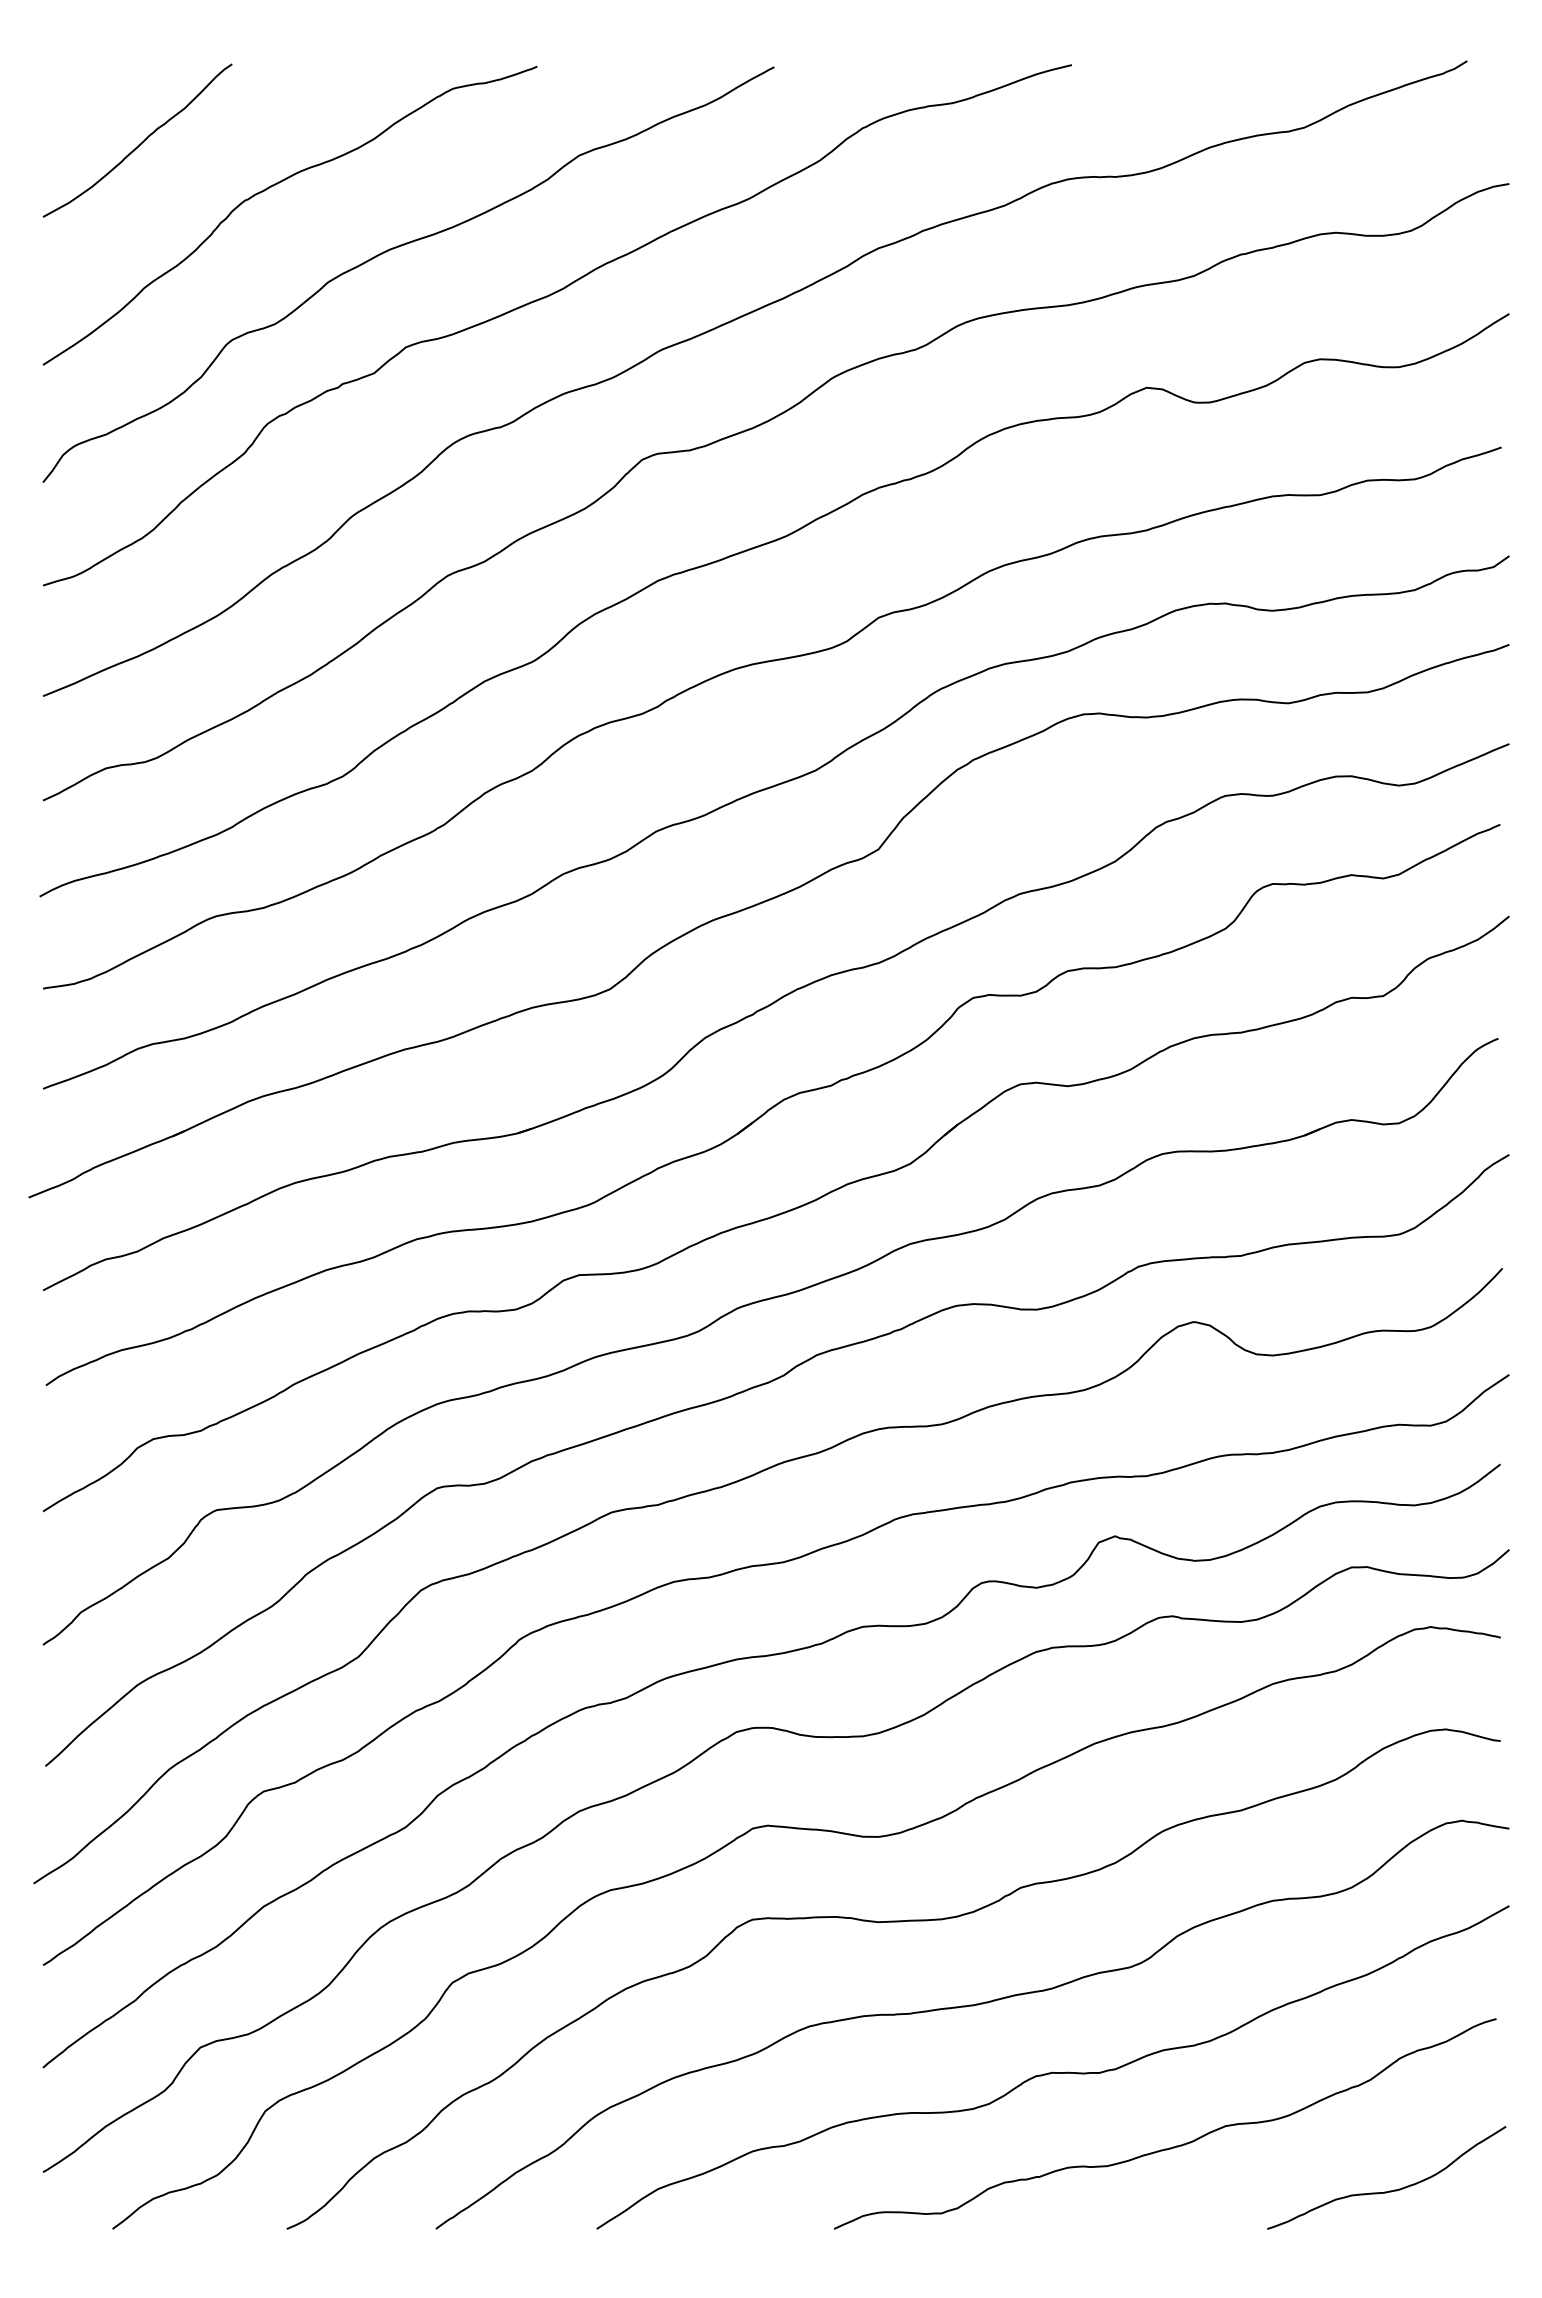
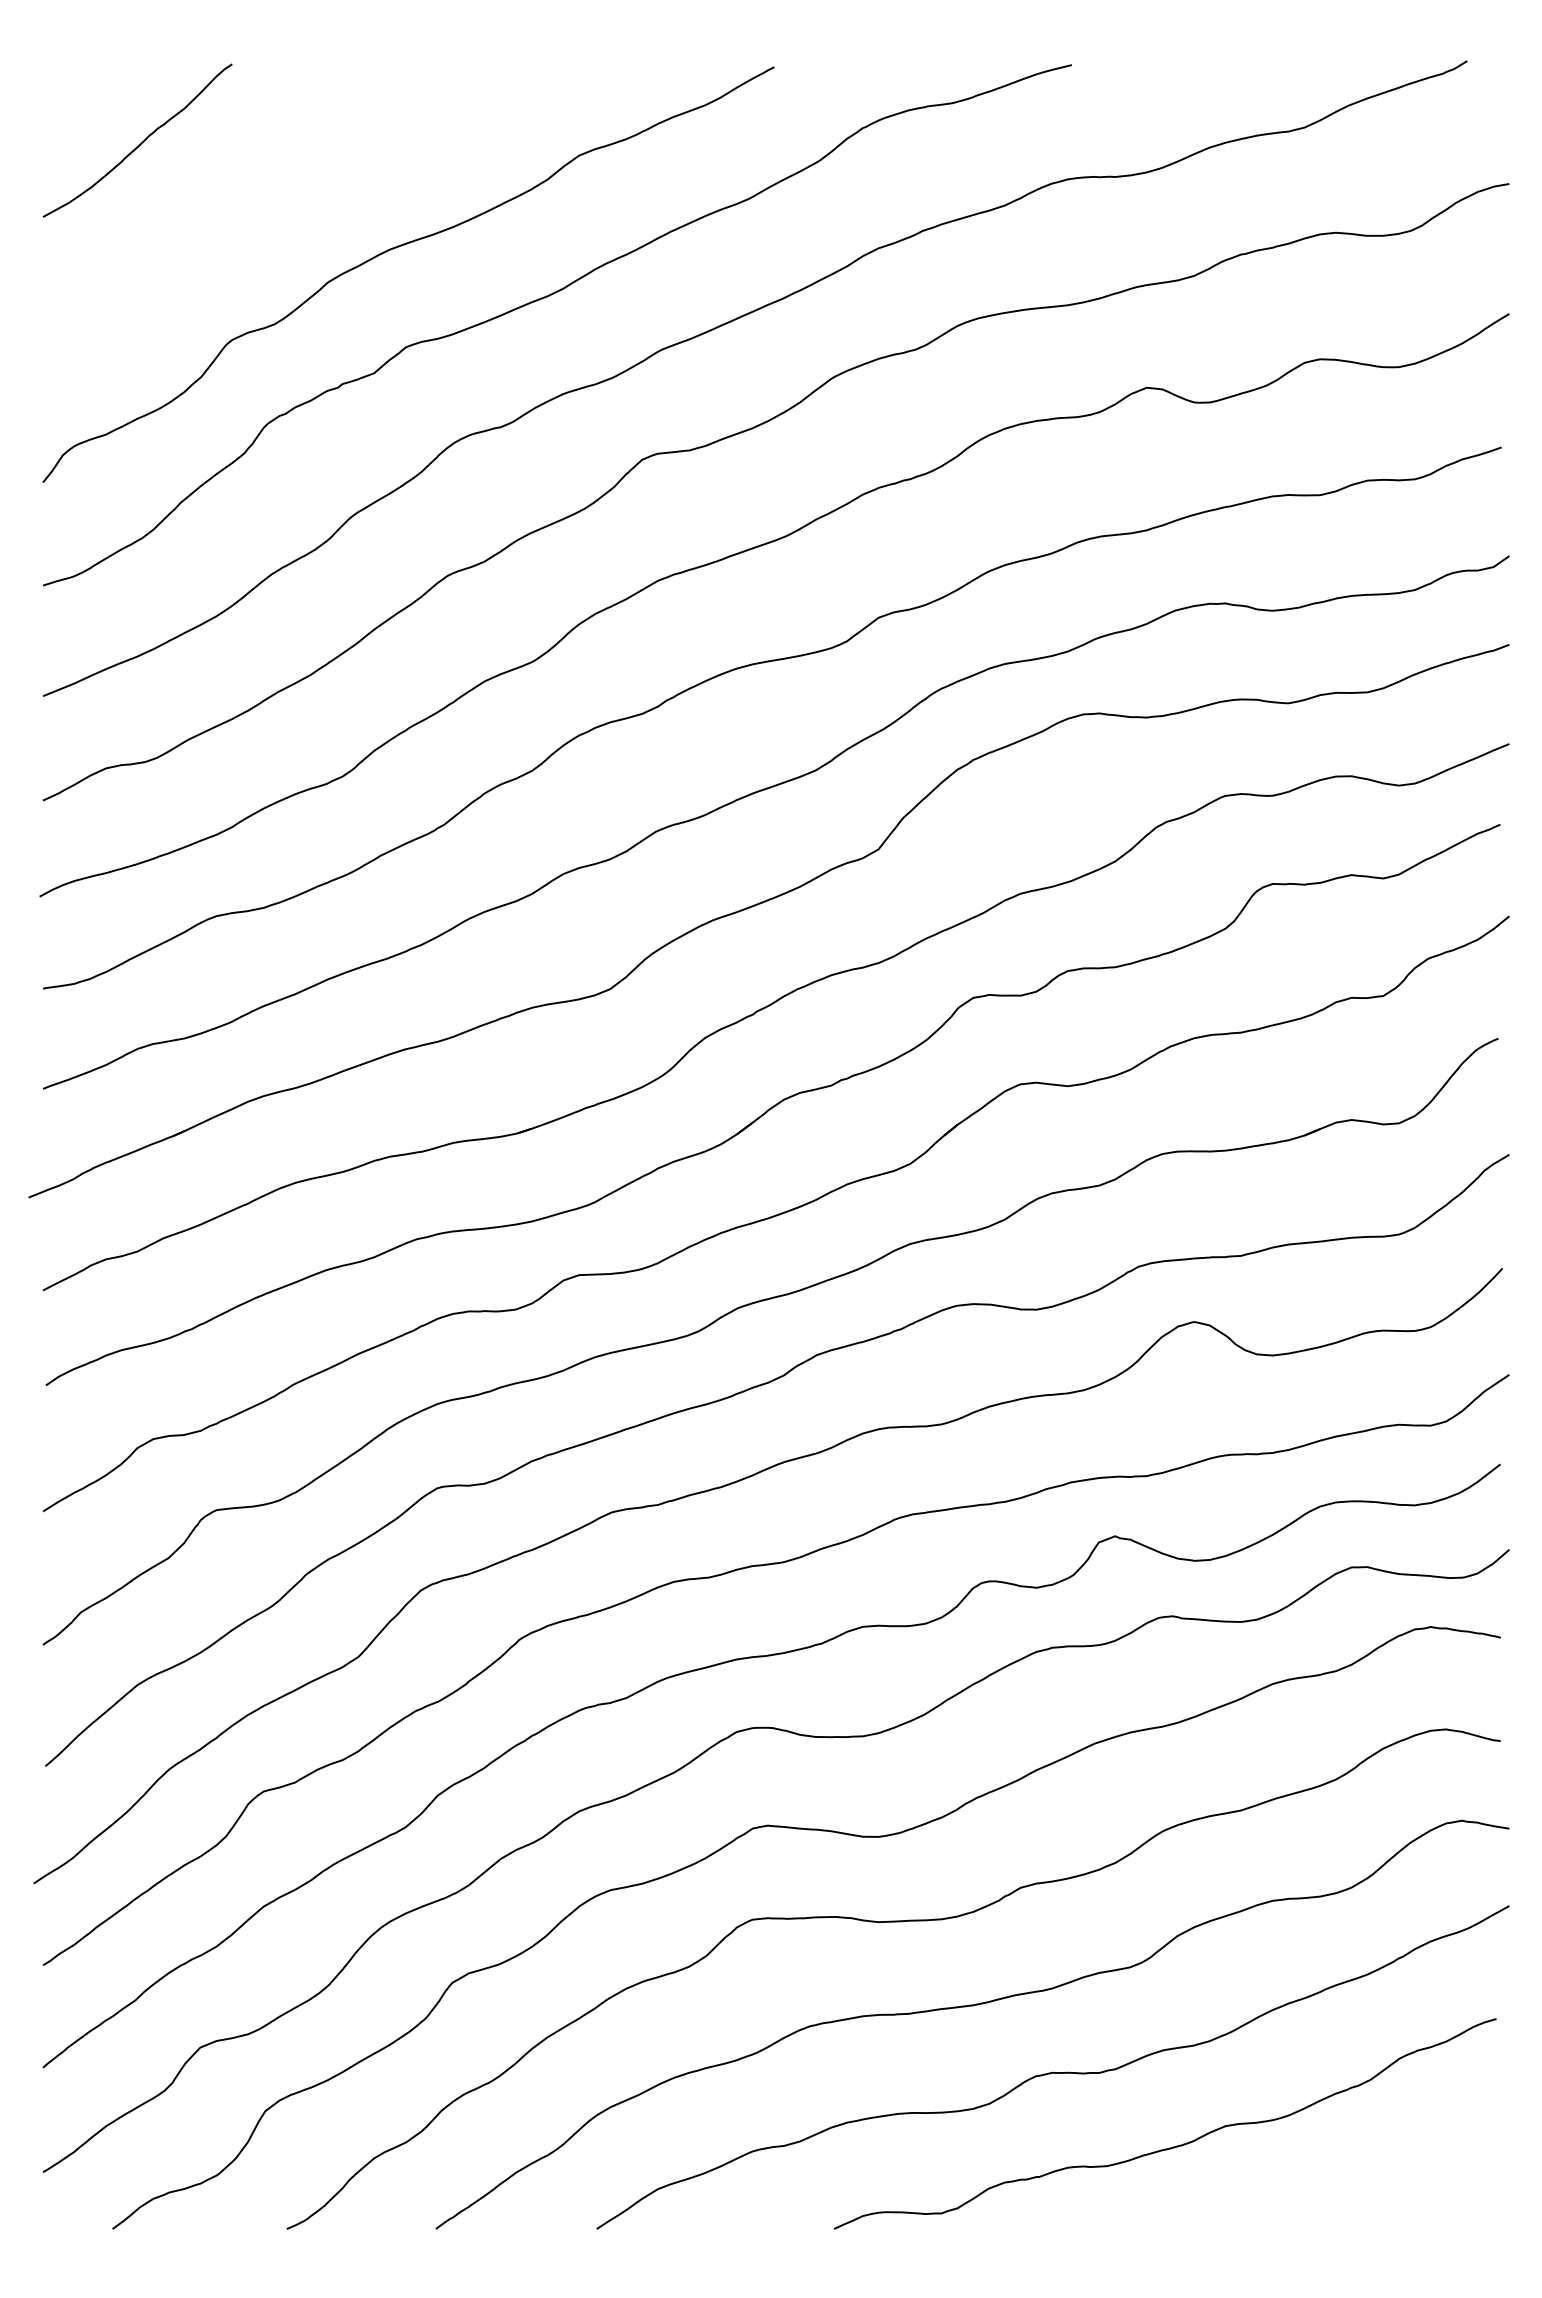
curve at (275, 185): present -> none
curve at (1389, 2190): present -> none
